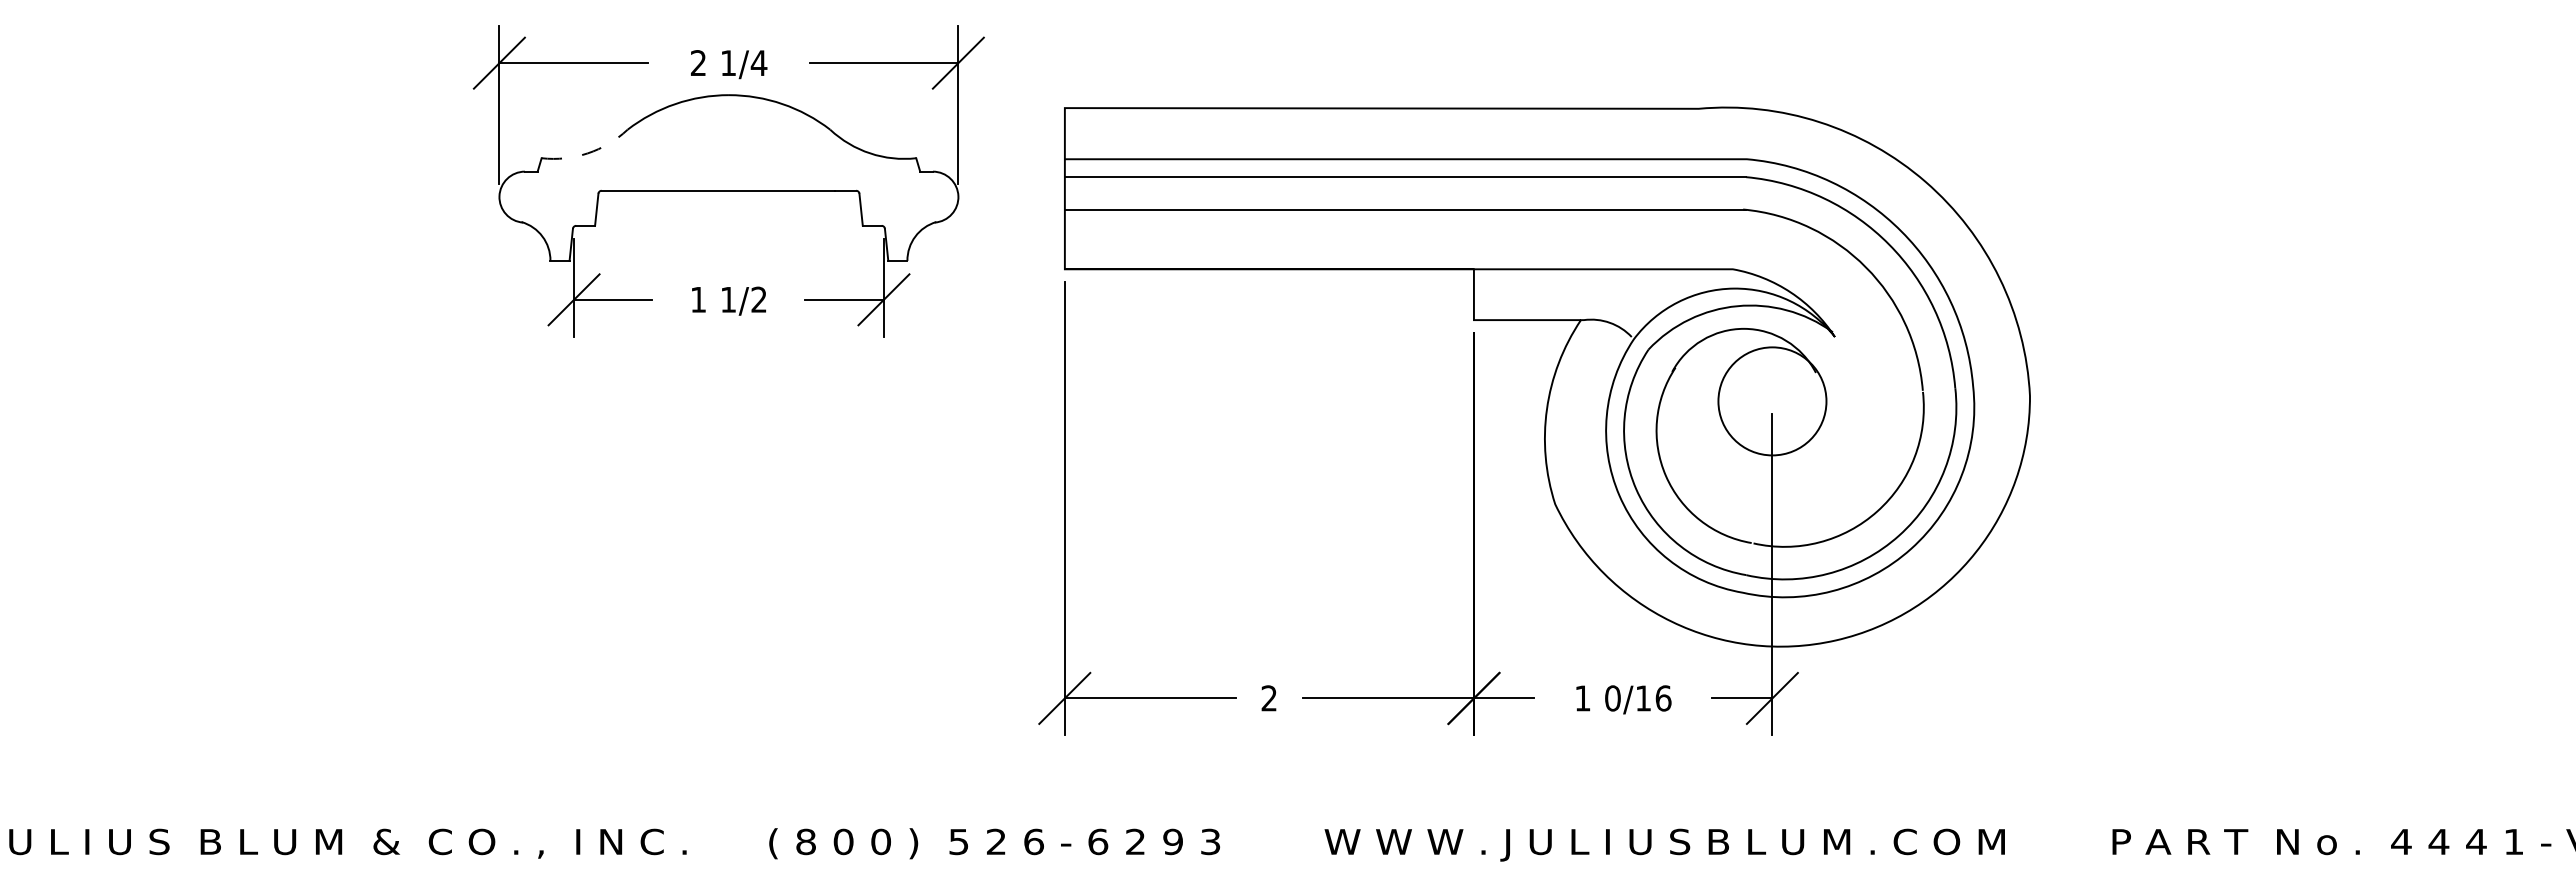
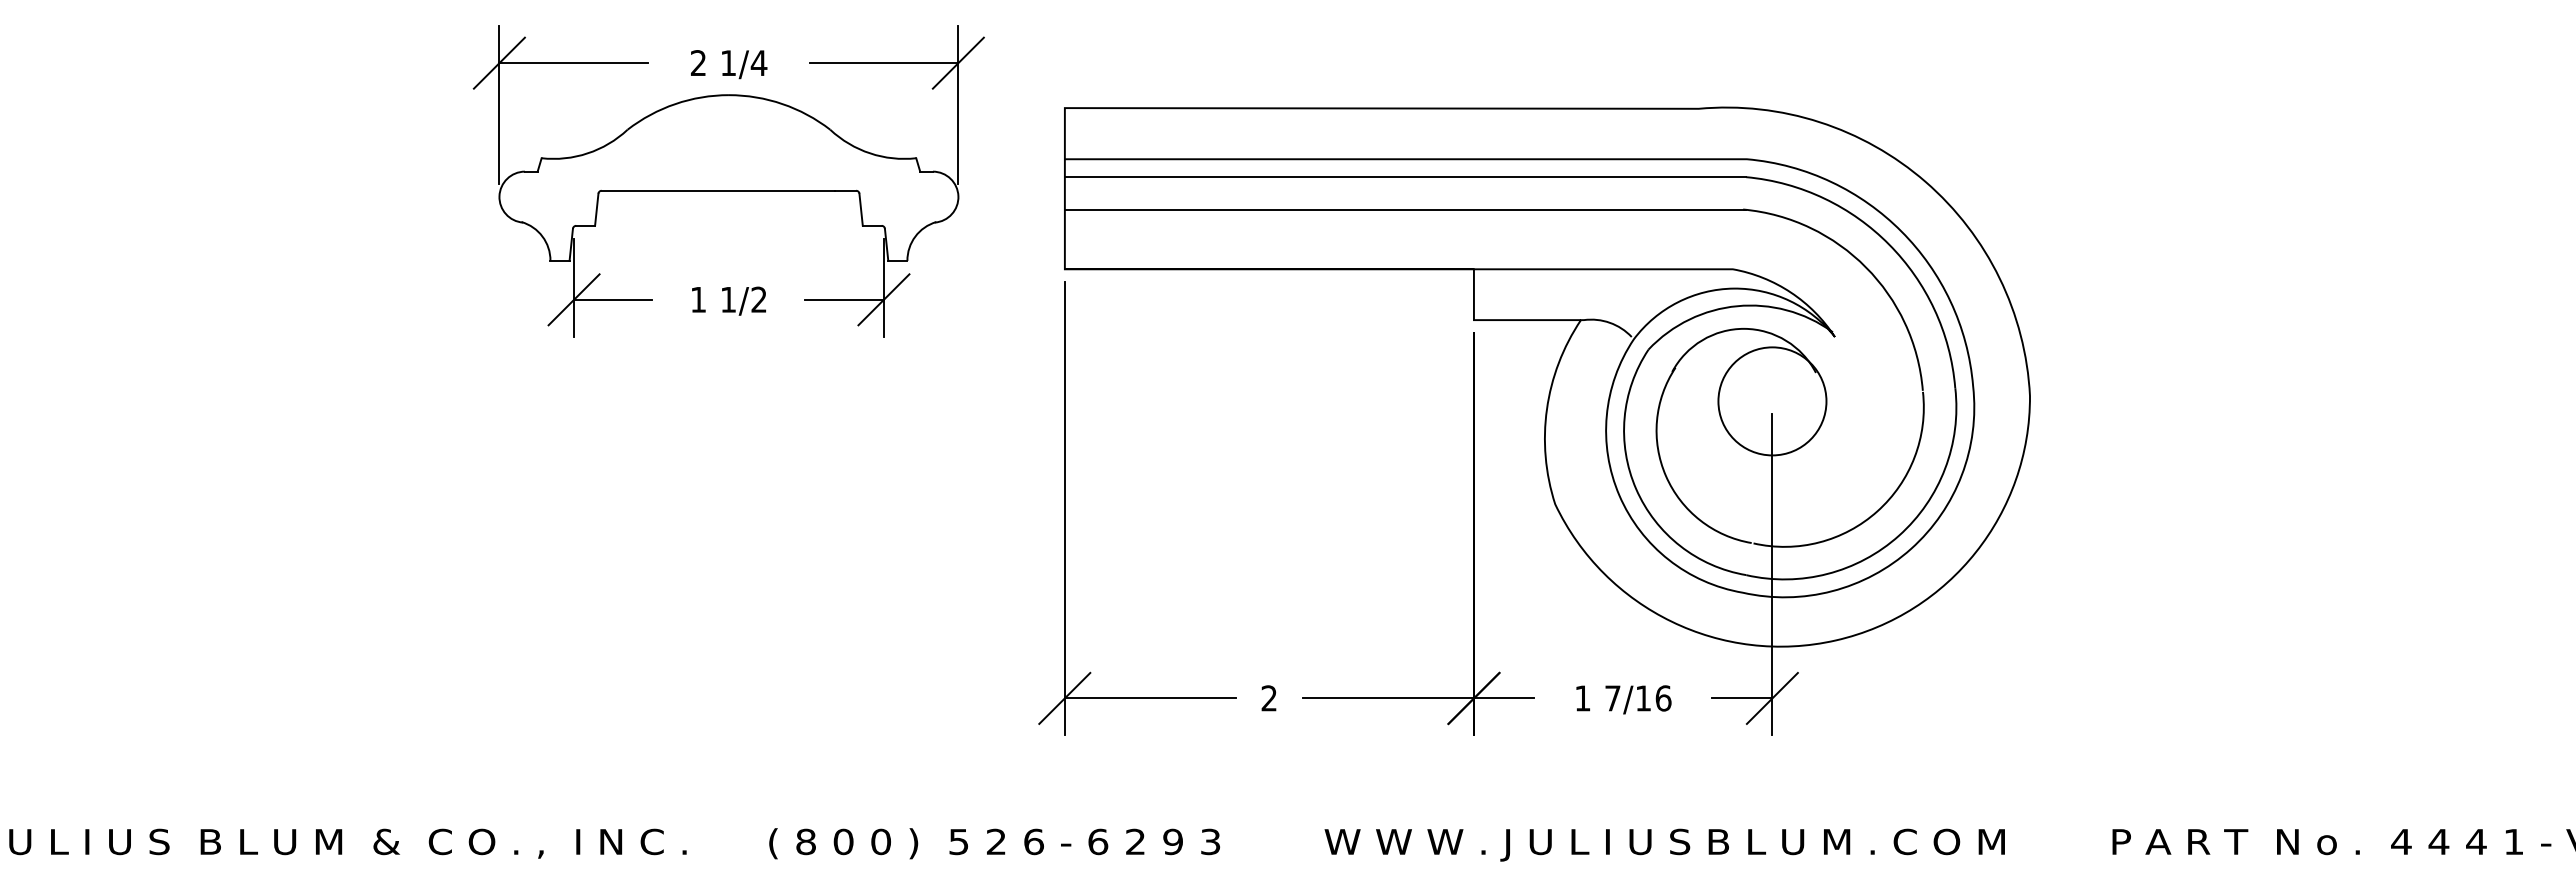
arc at (587, 153): dashed -> solid
text at (1612, 698): 0/16 -> 7/16
